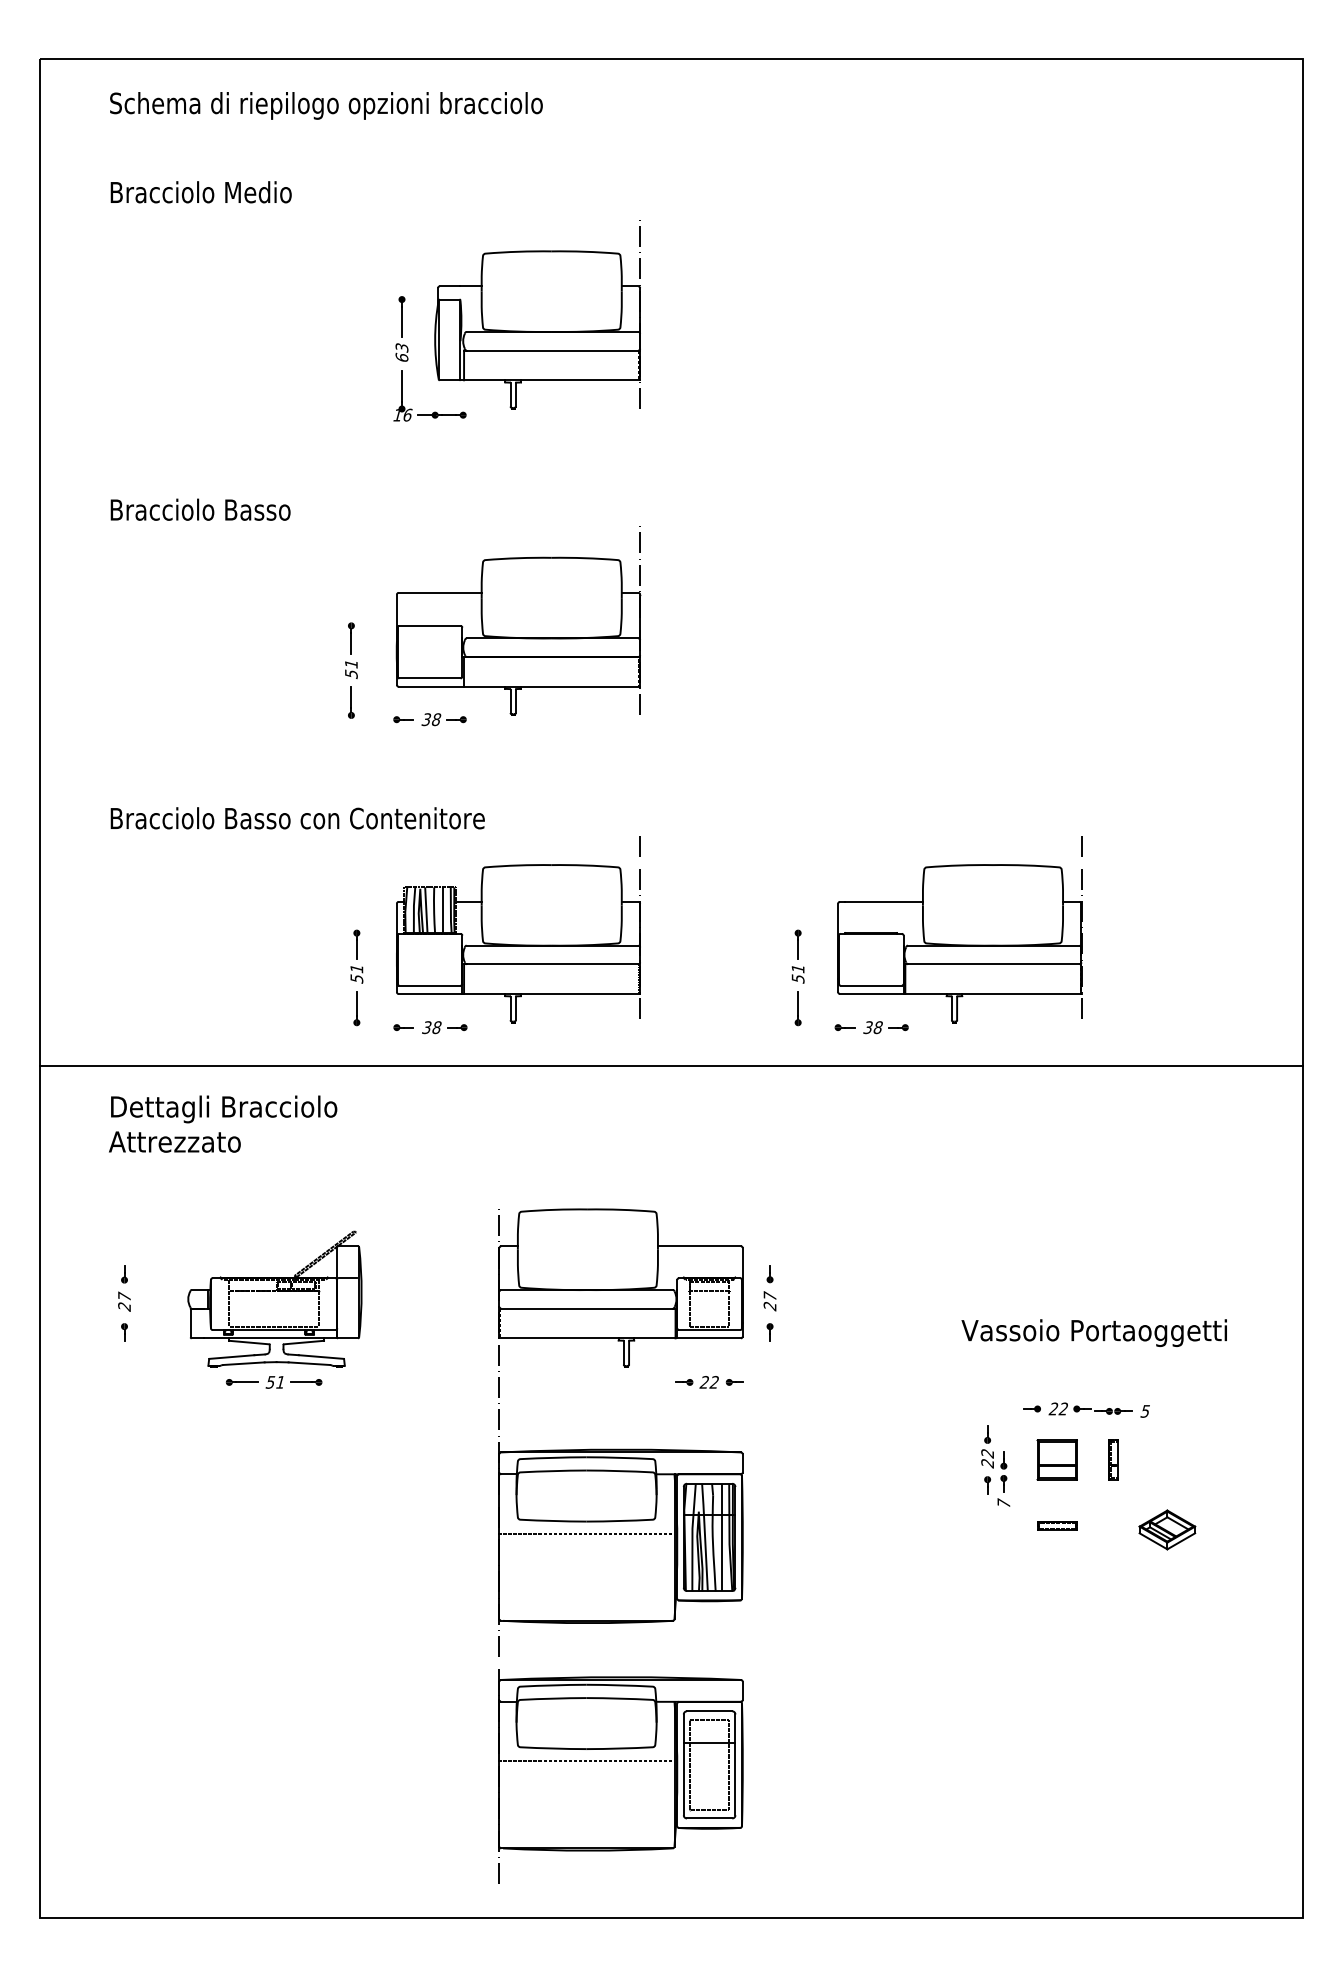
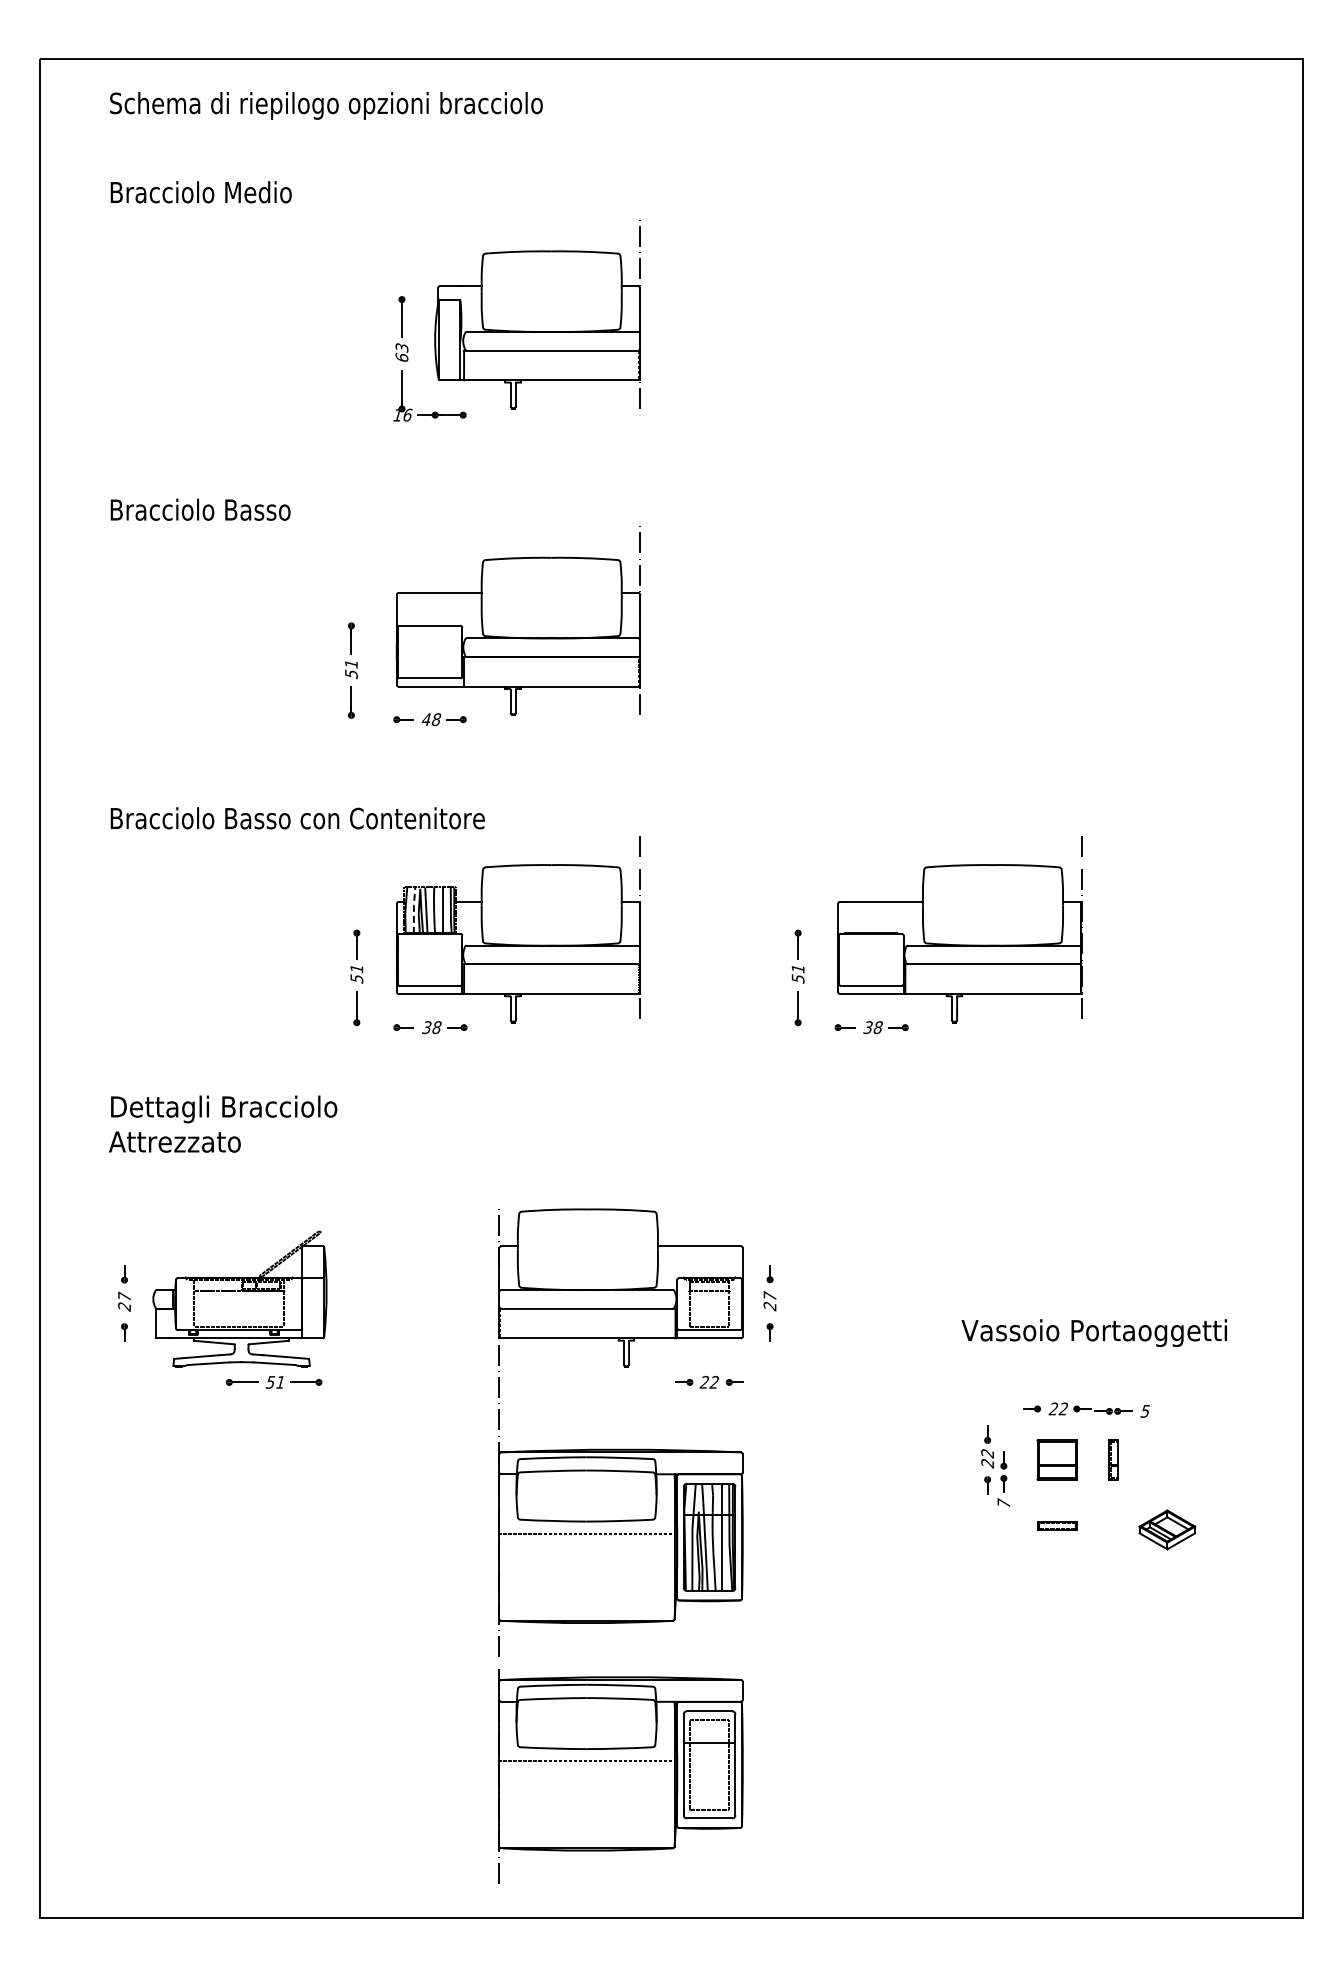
text at (426, 719): 38 -> 48
line at (413, 909): solid -> dashed
line at (671, 1065): present -> none
part at (274, 1298) position: (274, 1298) -> (239, 1298)
